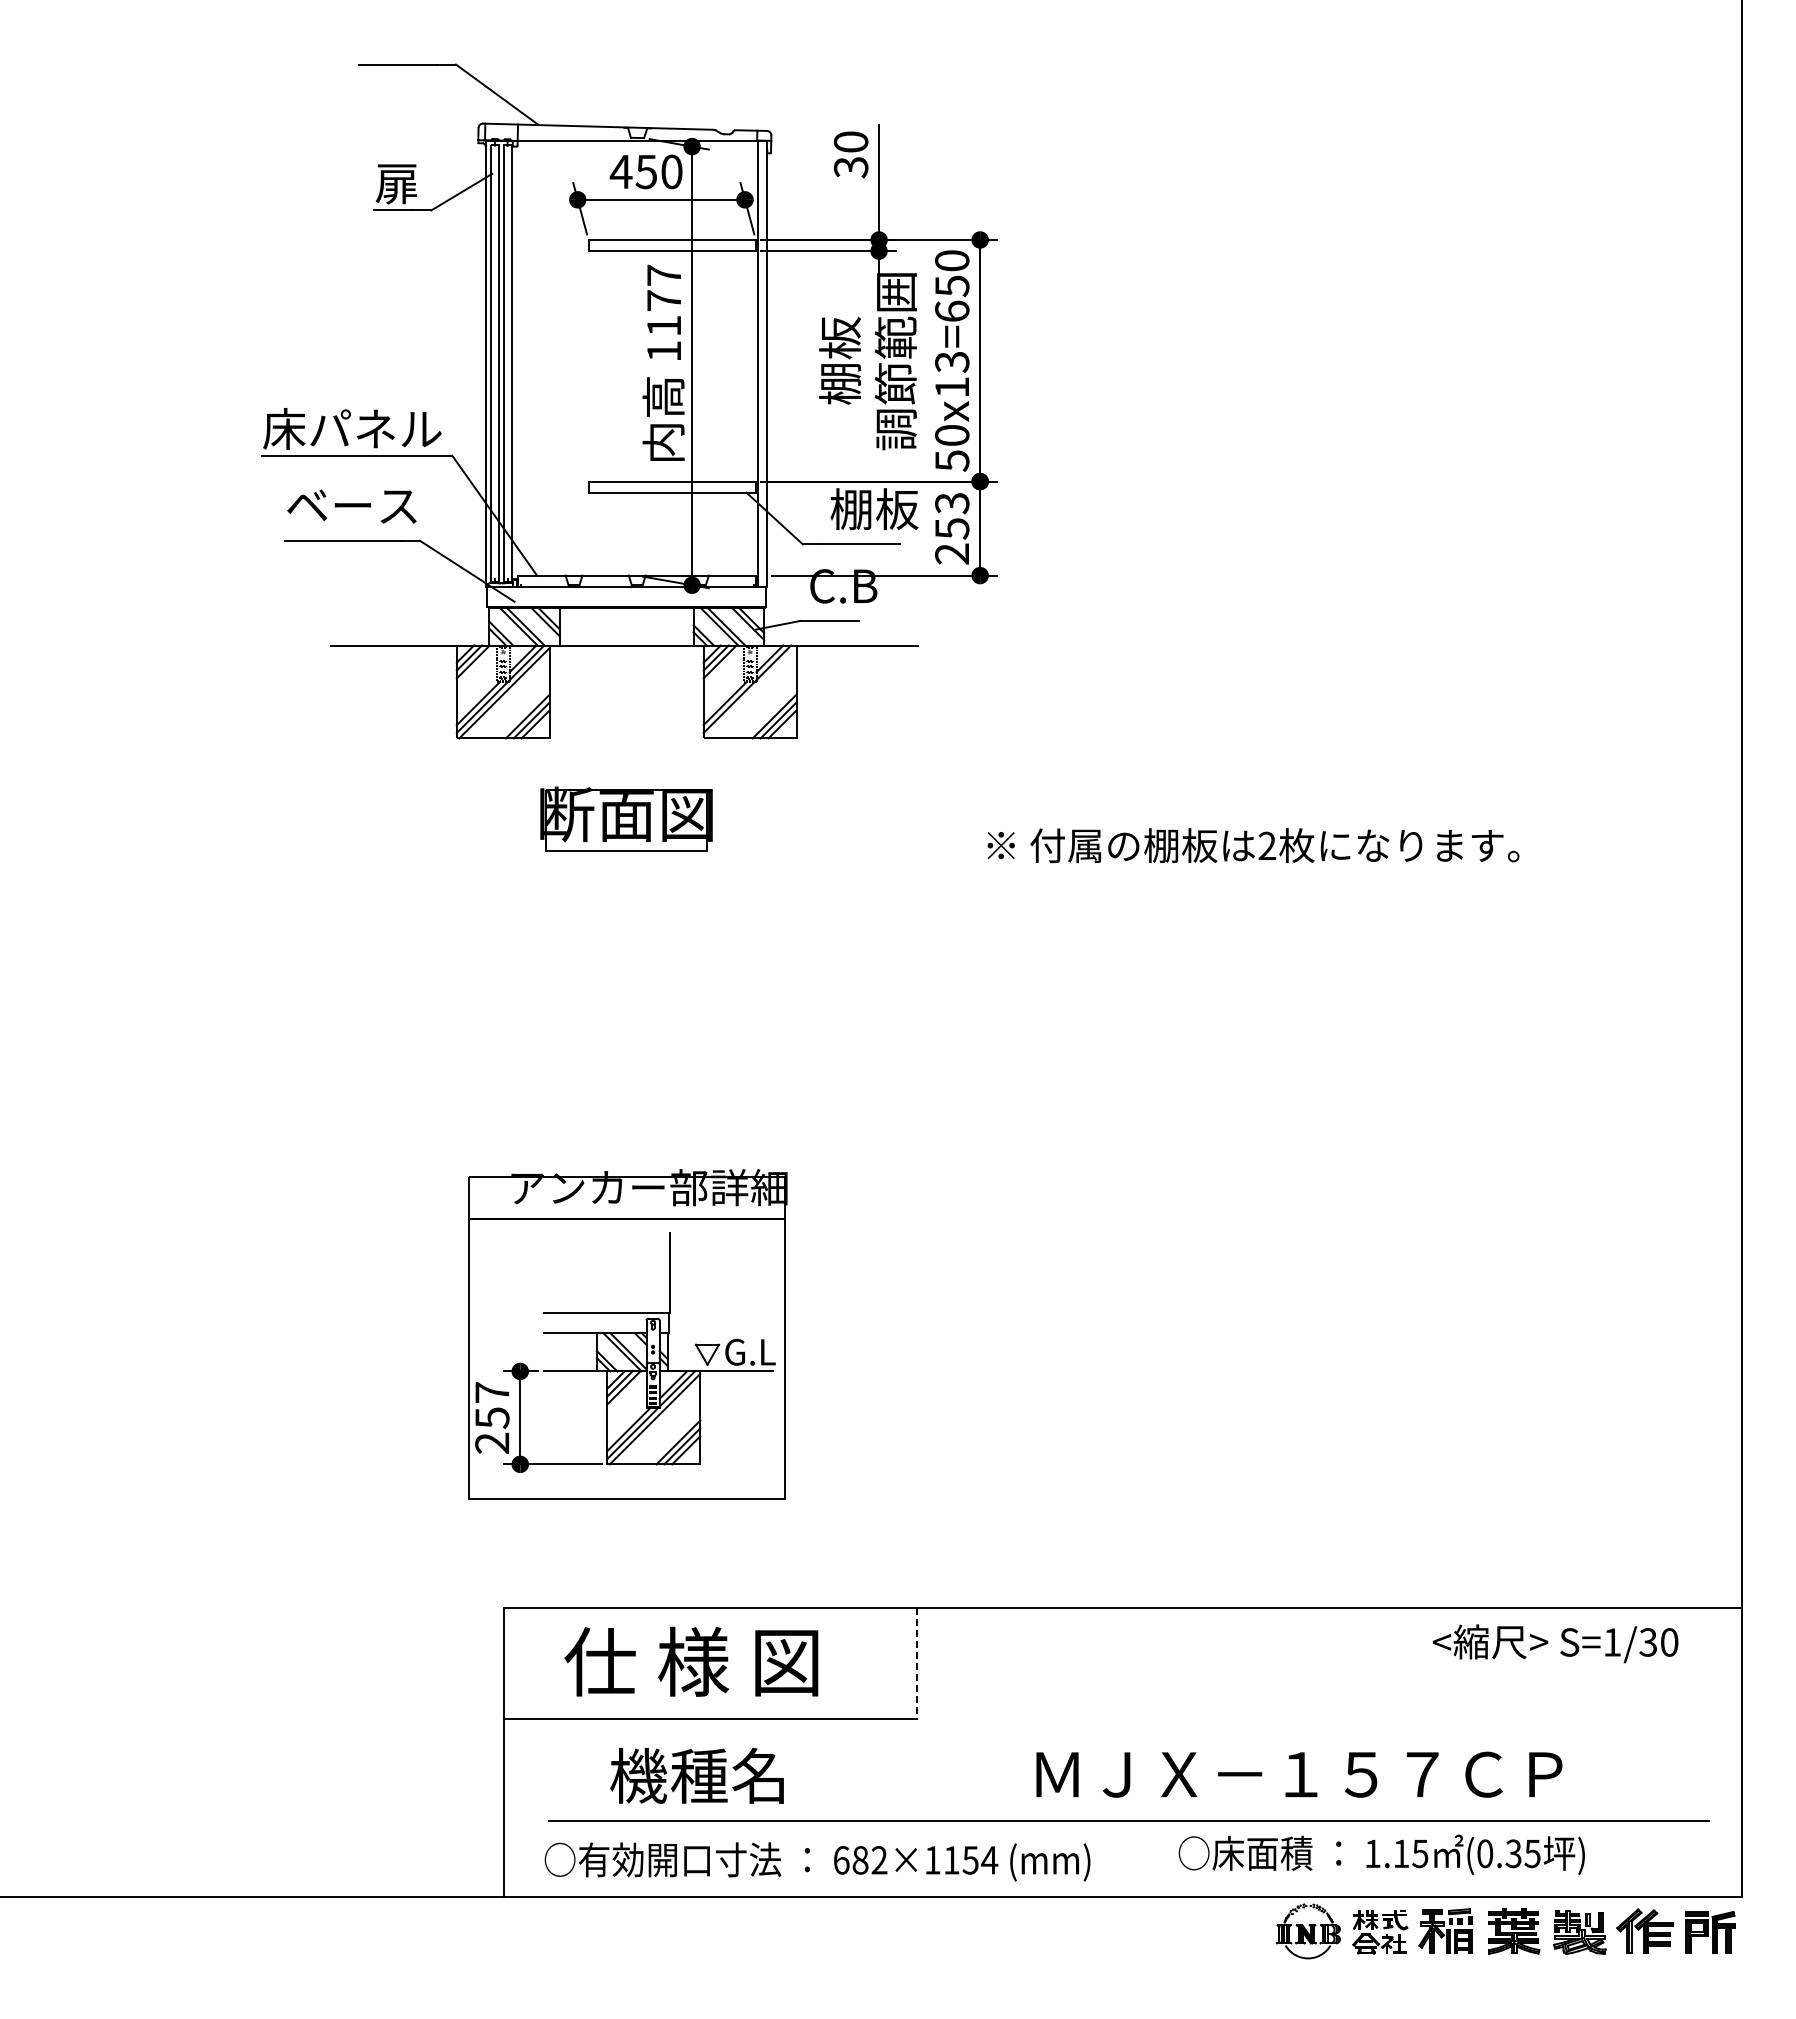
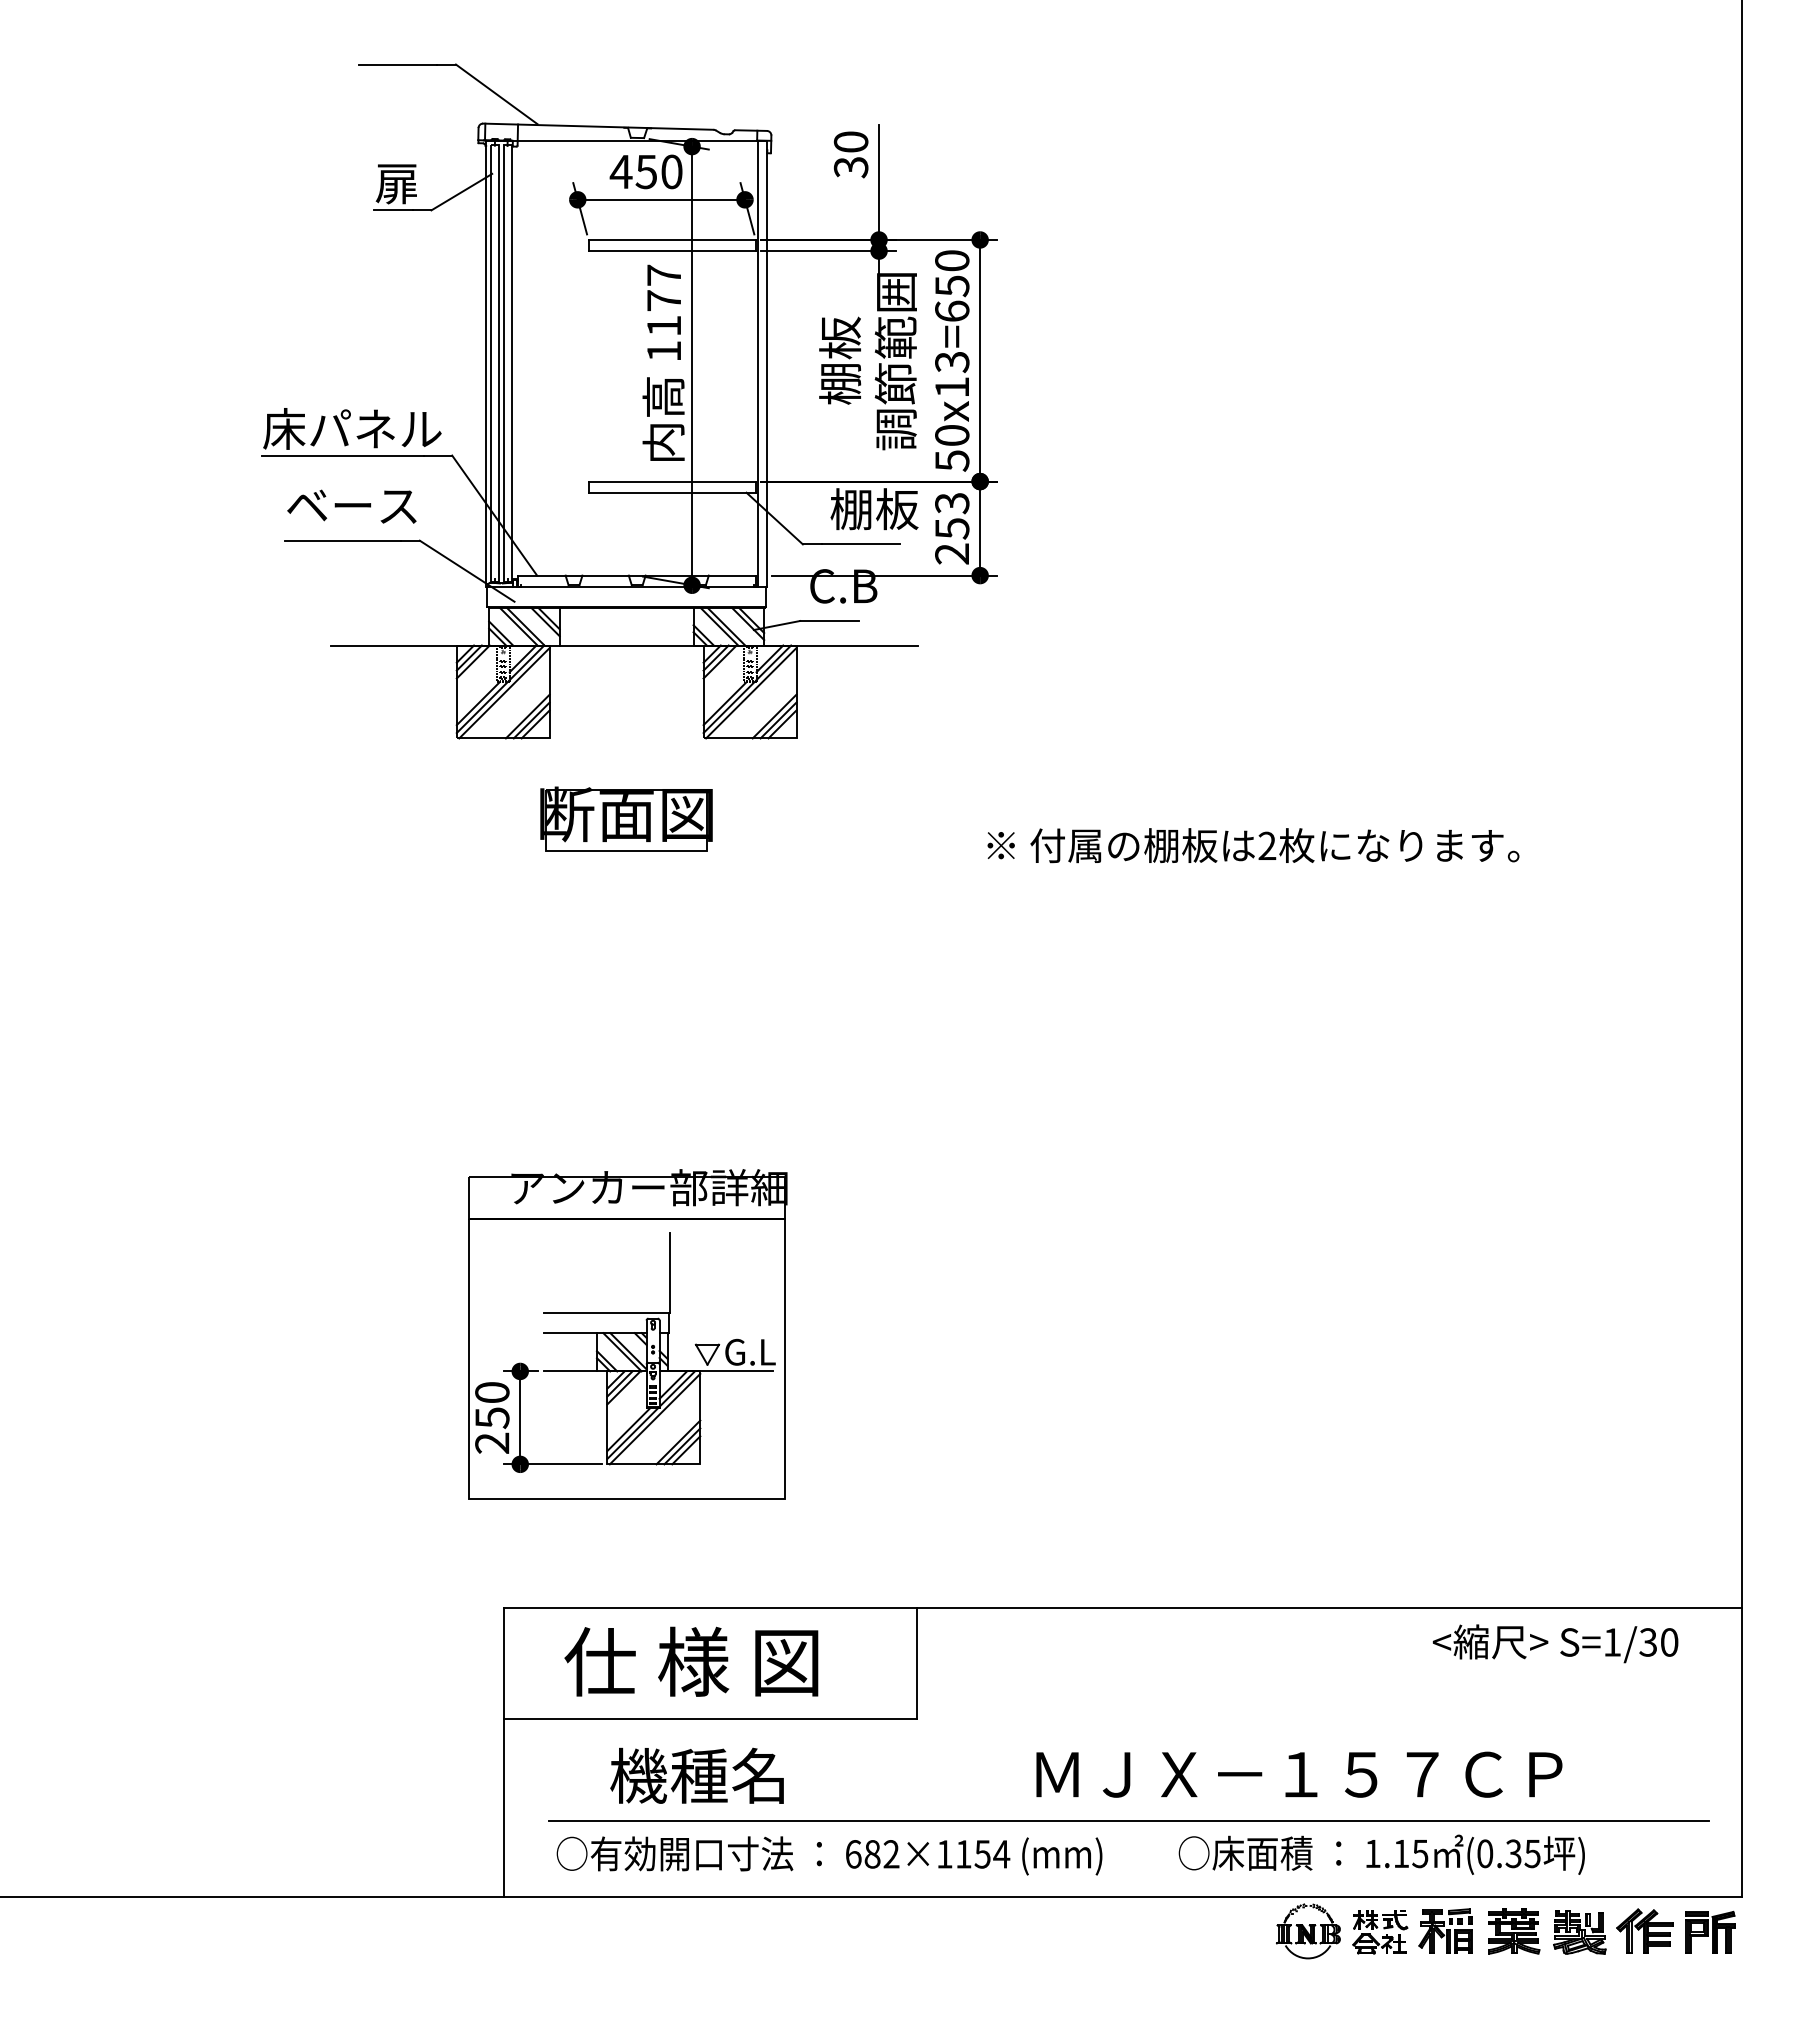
line at (751, 692): none -> present
text at (492, 1392): 257 -> 250
line at (916, 1663): dashed -> solid
text at (817, 1861) position: (817, 1861) -> (829, 1855)
